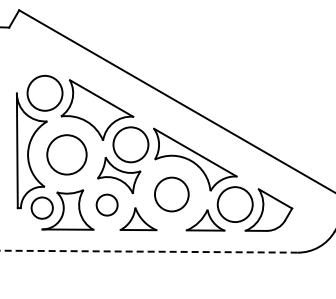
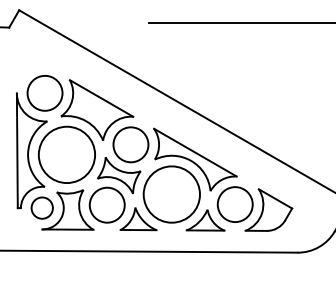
line at (240, 22): none -> present
circle at (66, 154) diameter: 39 px -> 56 px
circle at (171, 194) diameter: 34 px -> 56 px
circle at (106, 204) size: 24x24 px -> 38x38 px
line at (148, 251): dashed -> solid
